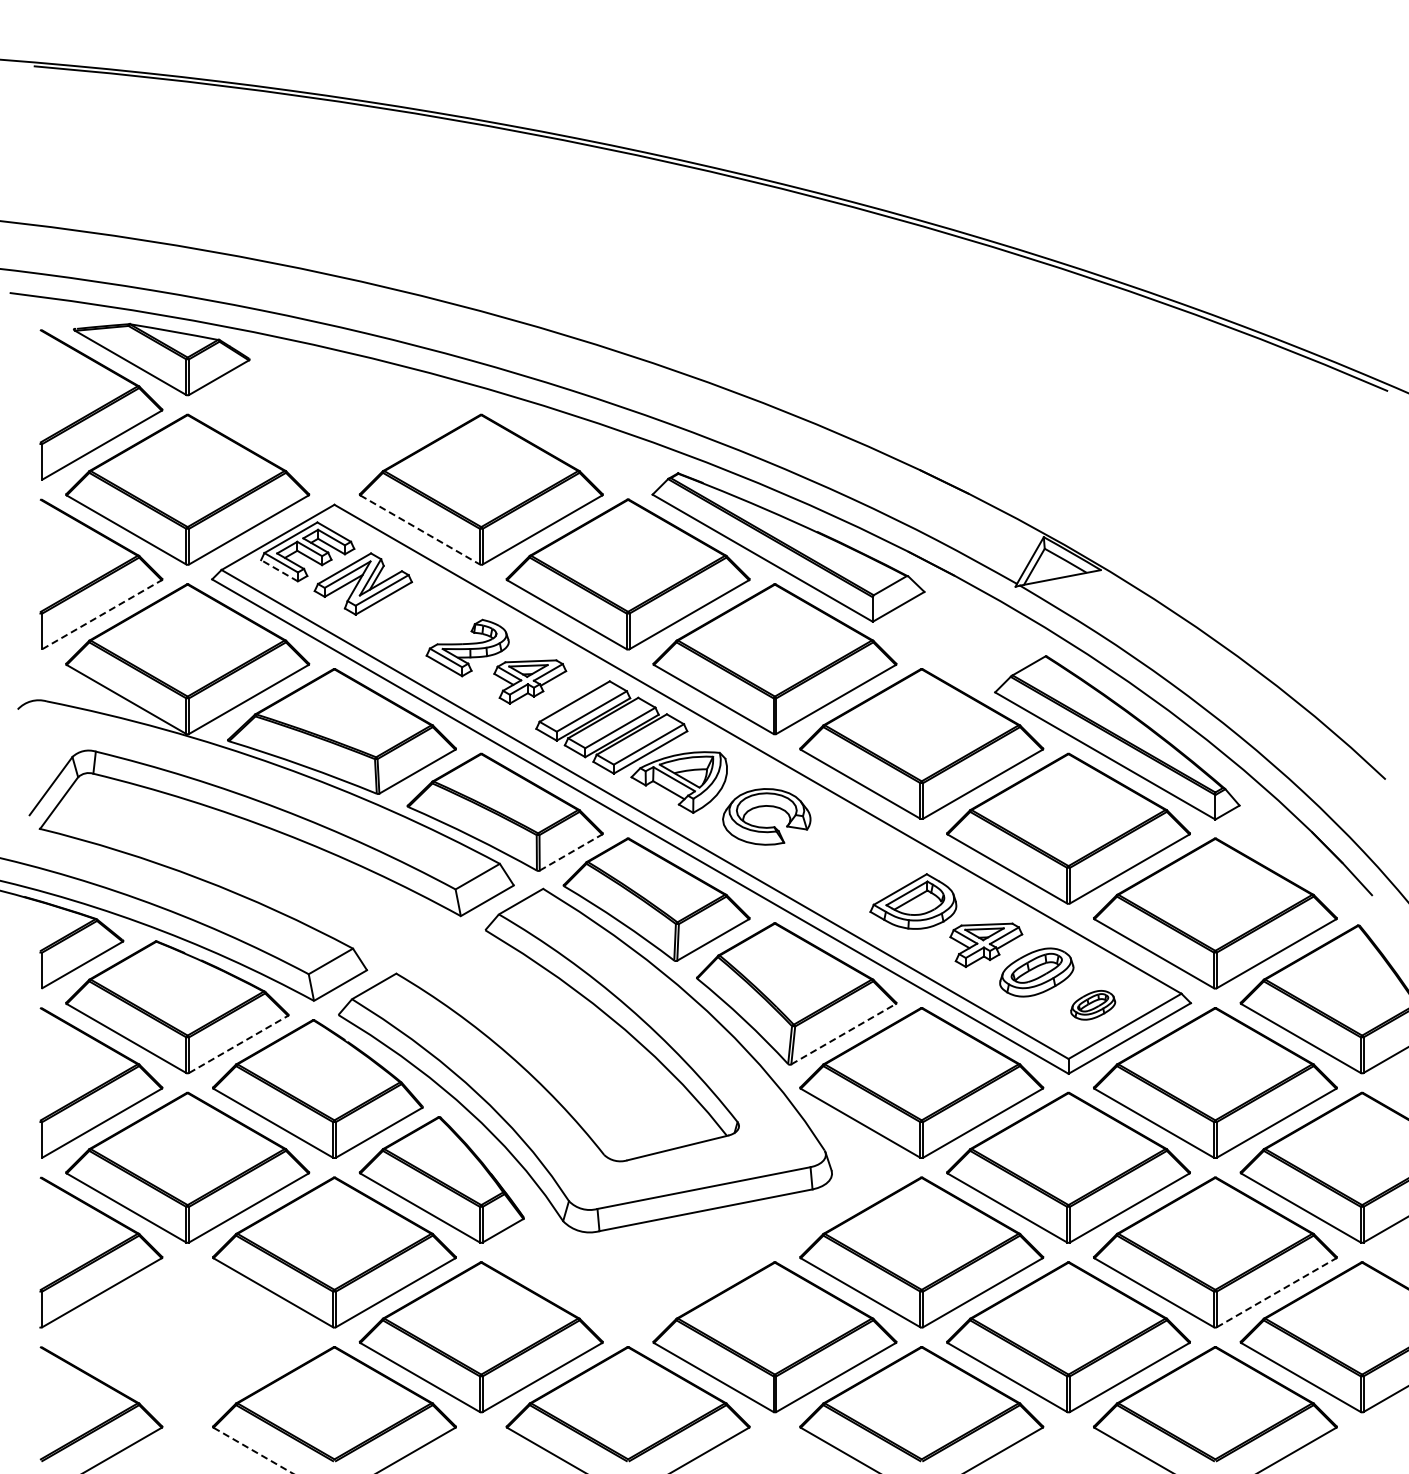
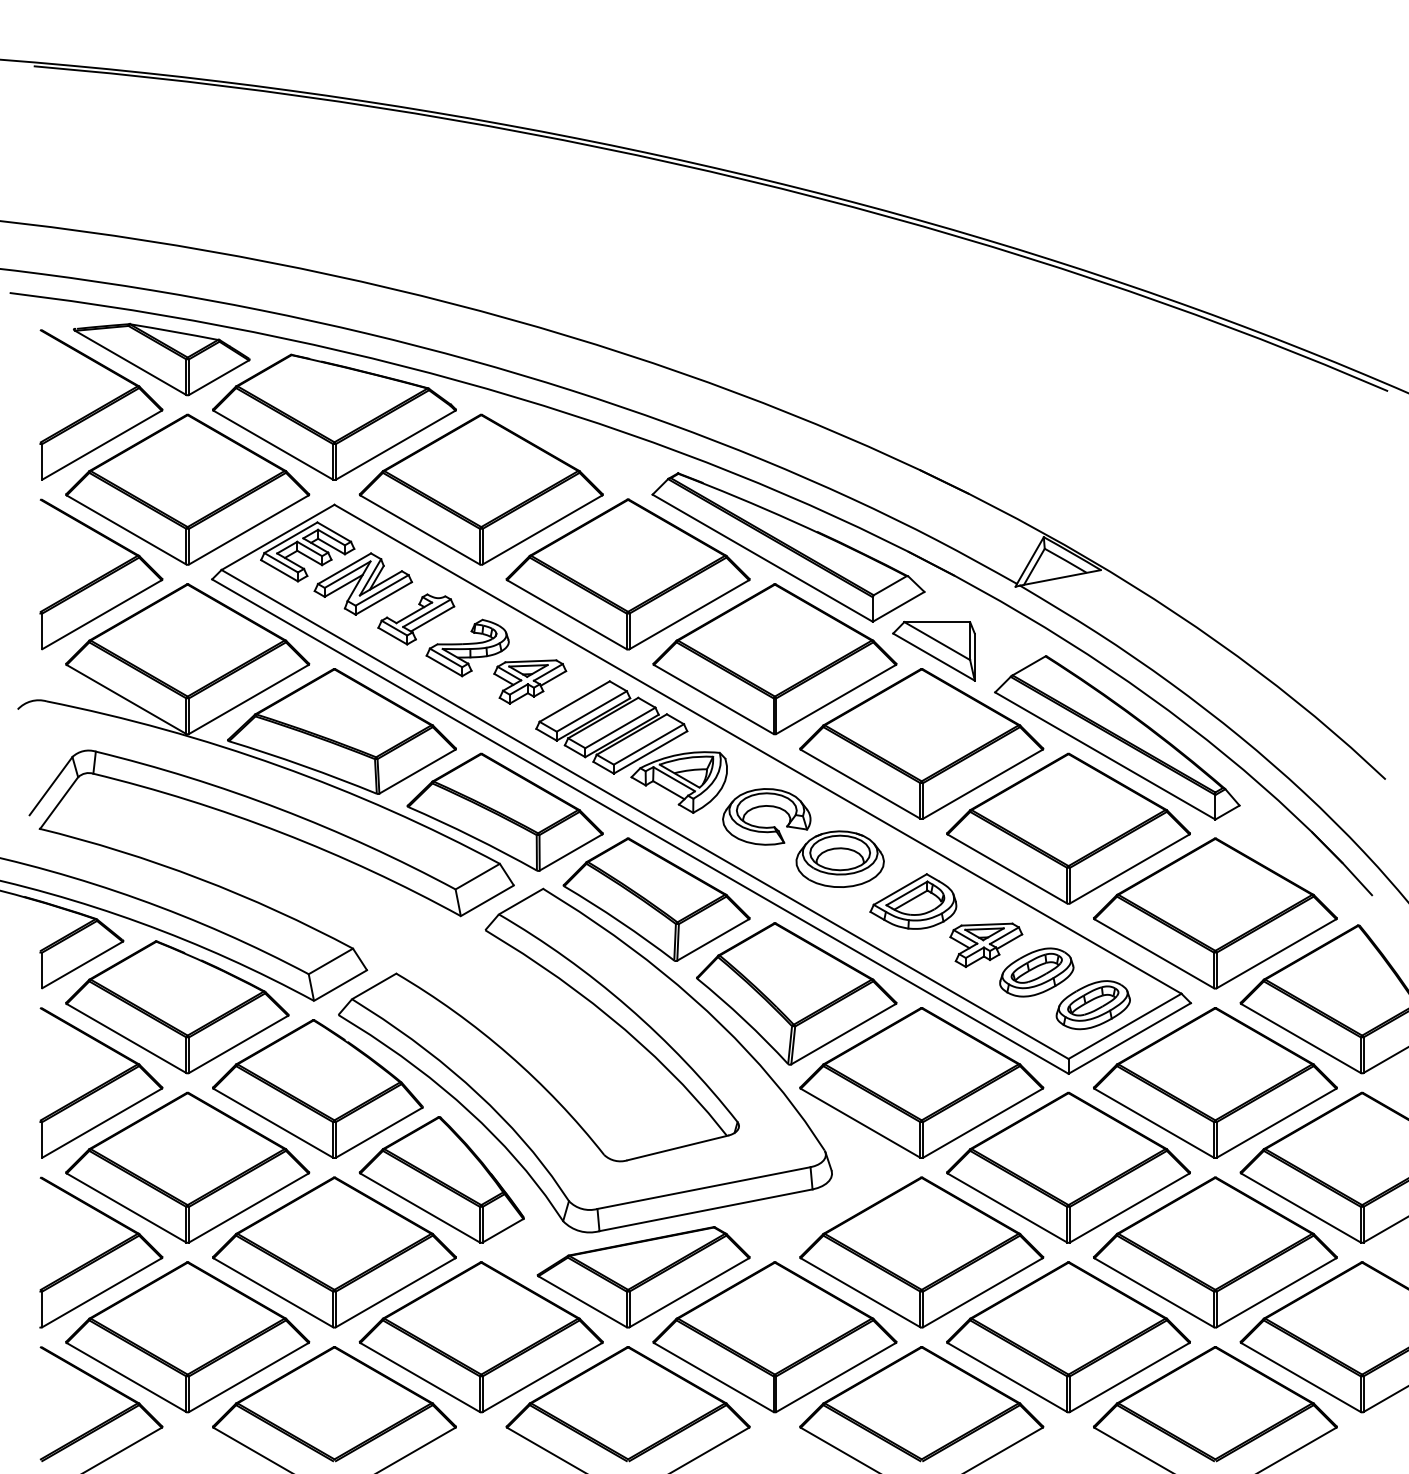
part at (334, 416): none -> present
line at (420, 530): dashed -> solid
line at (279, 570): dashed -> solid
line at (102, 614): dashed -> solid
part at (416, 619): none -> present
part at (933, 651): none -> present
line at (571, 852): dashed -> solid
part at (839, 858): none -> present
part at (1093, 1005) size: 47x31 px -> 76x51 px
line at (844, 1033): dashed -> solid
line at (239, 1044): dashed -> solid
part at (643, 1277): none -> present
line at (1276, 1292): dashed -> solid
part at (187, 1337): none -> present
line at (253, 1451): dashed -> solid
